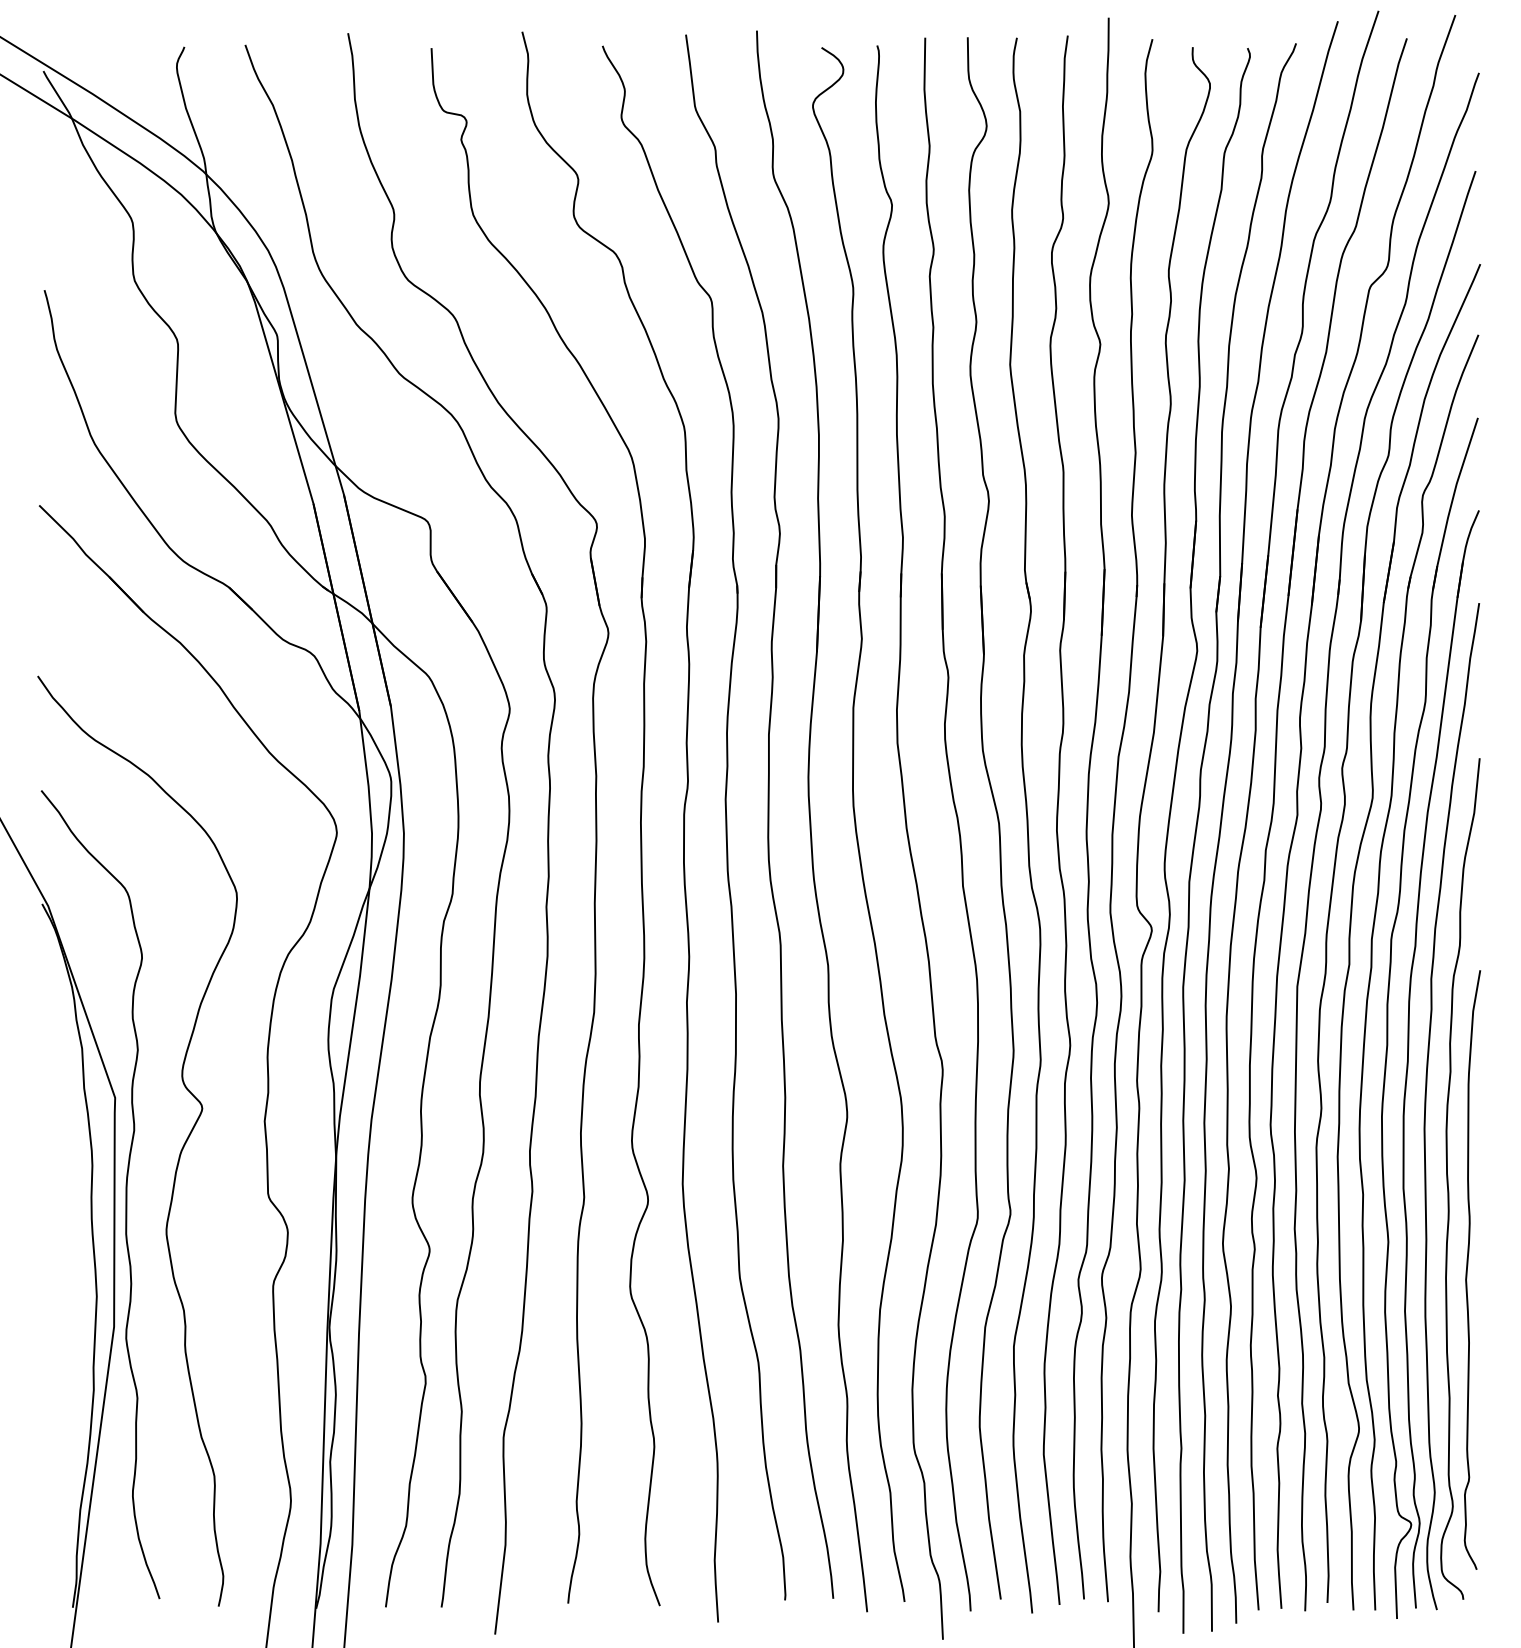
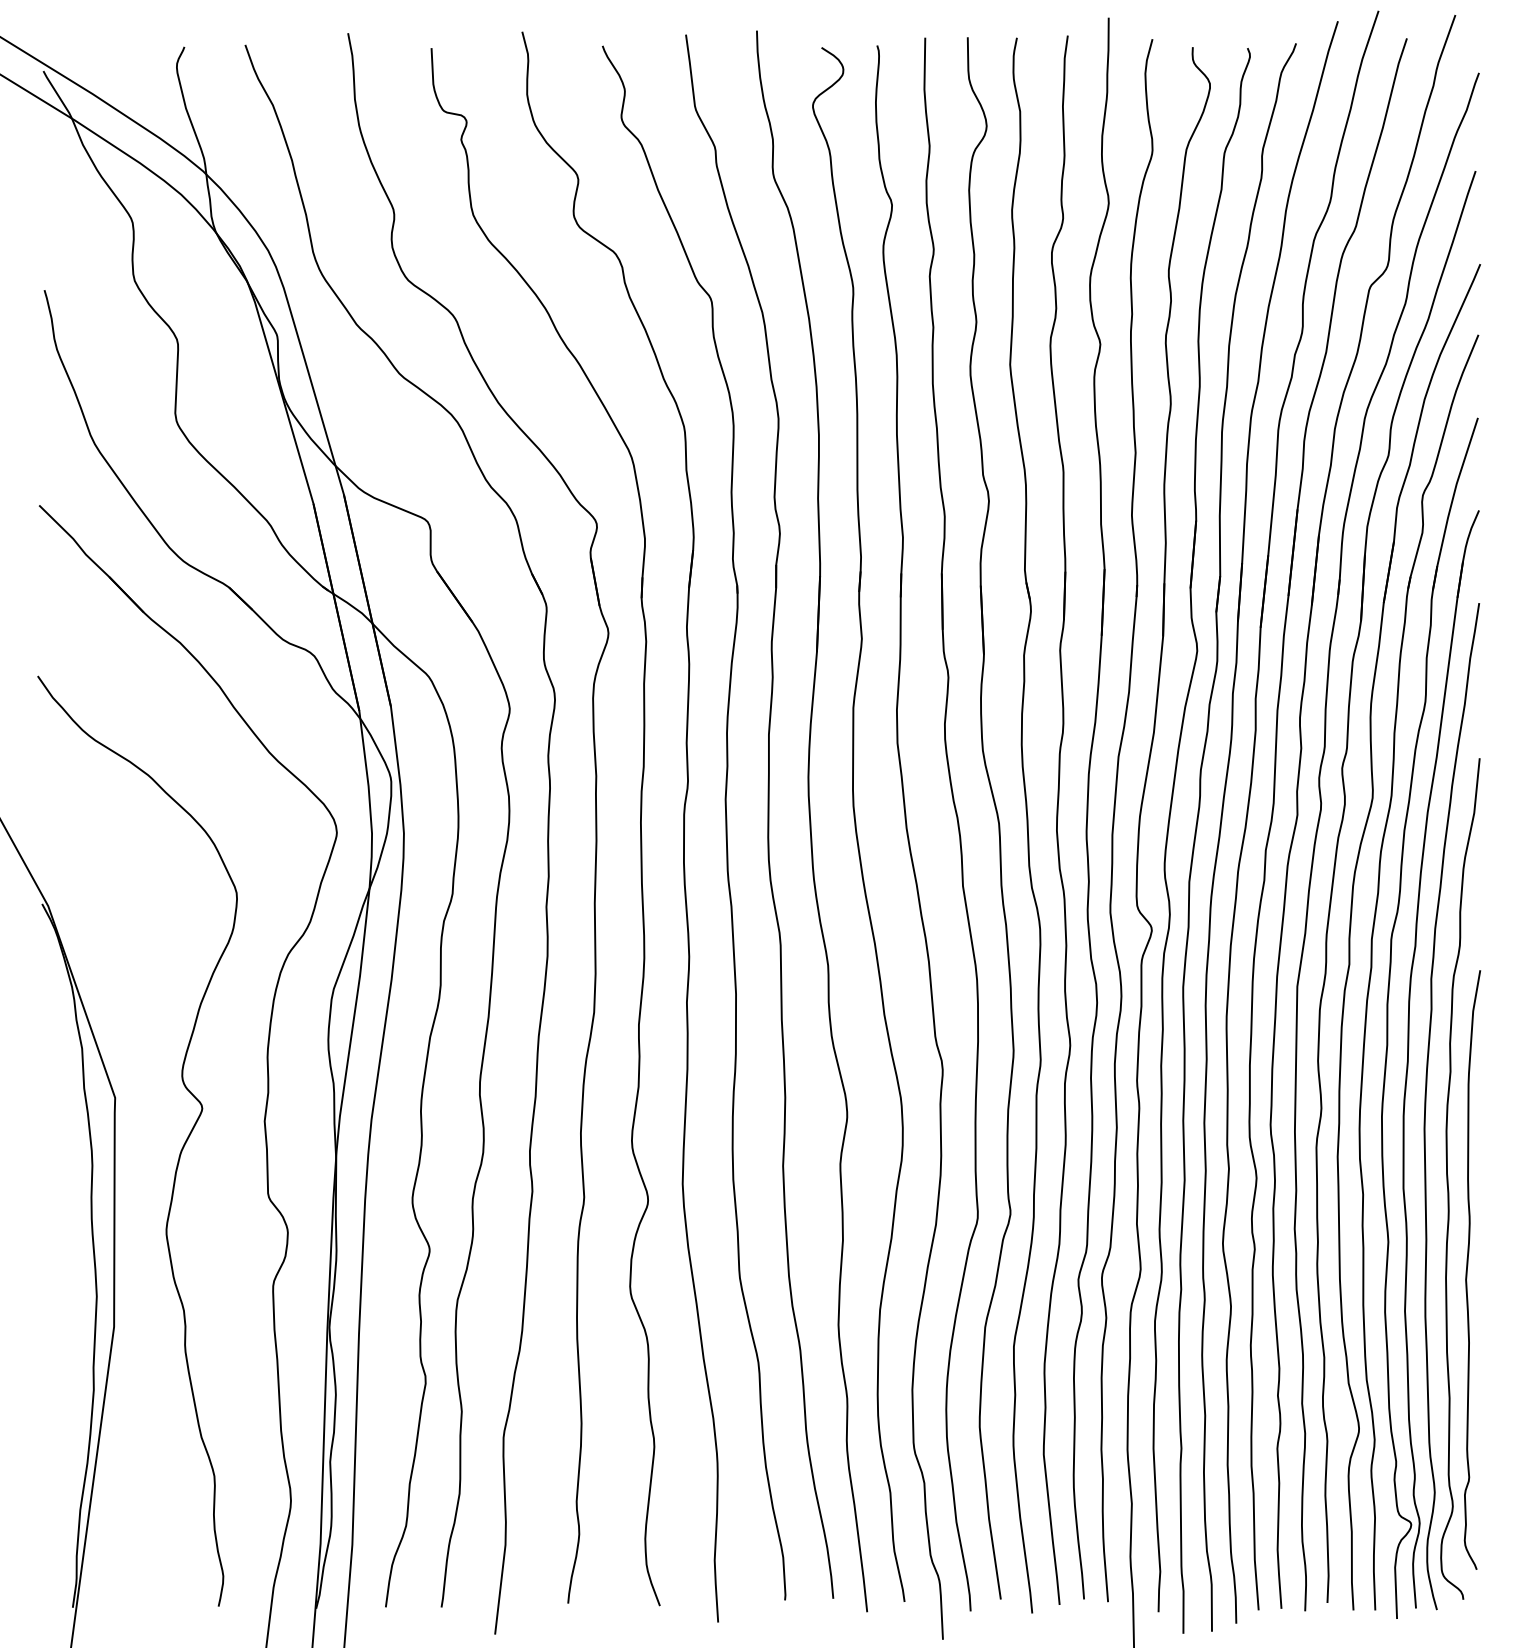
curve at (125, 1194): present -> none
